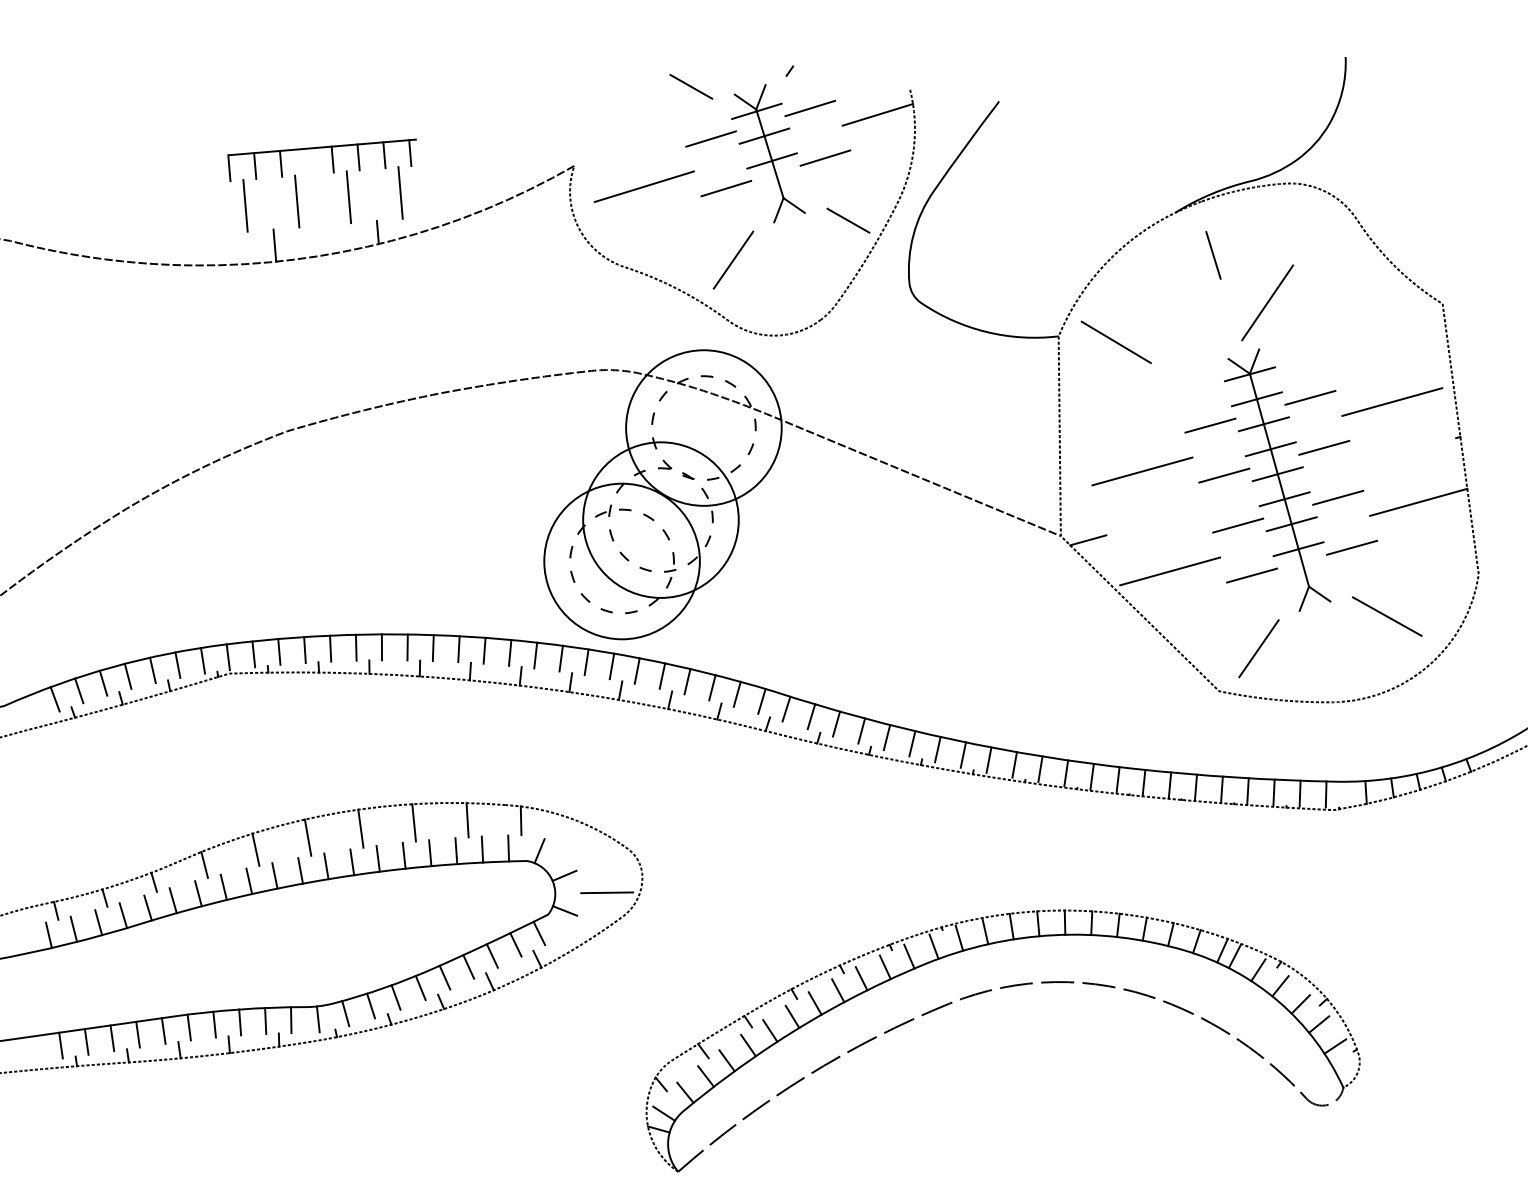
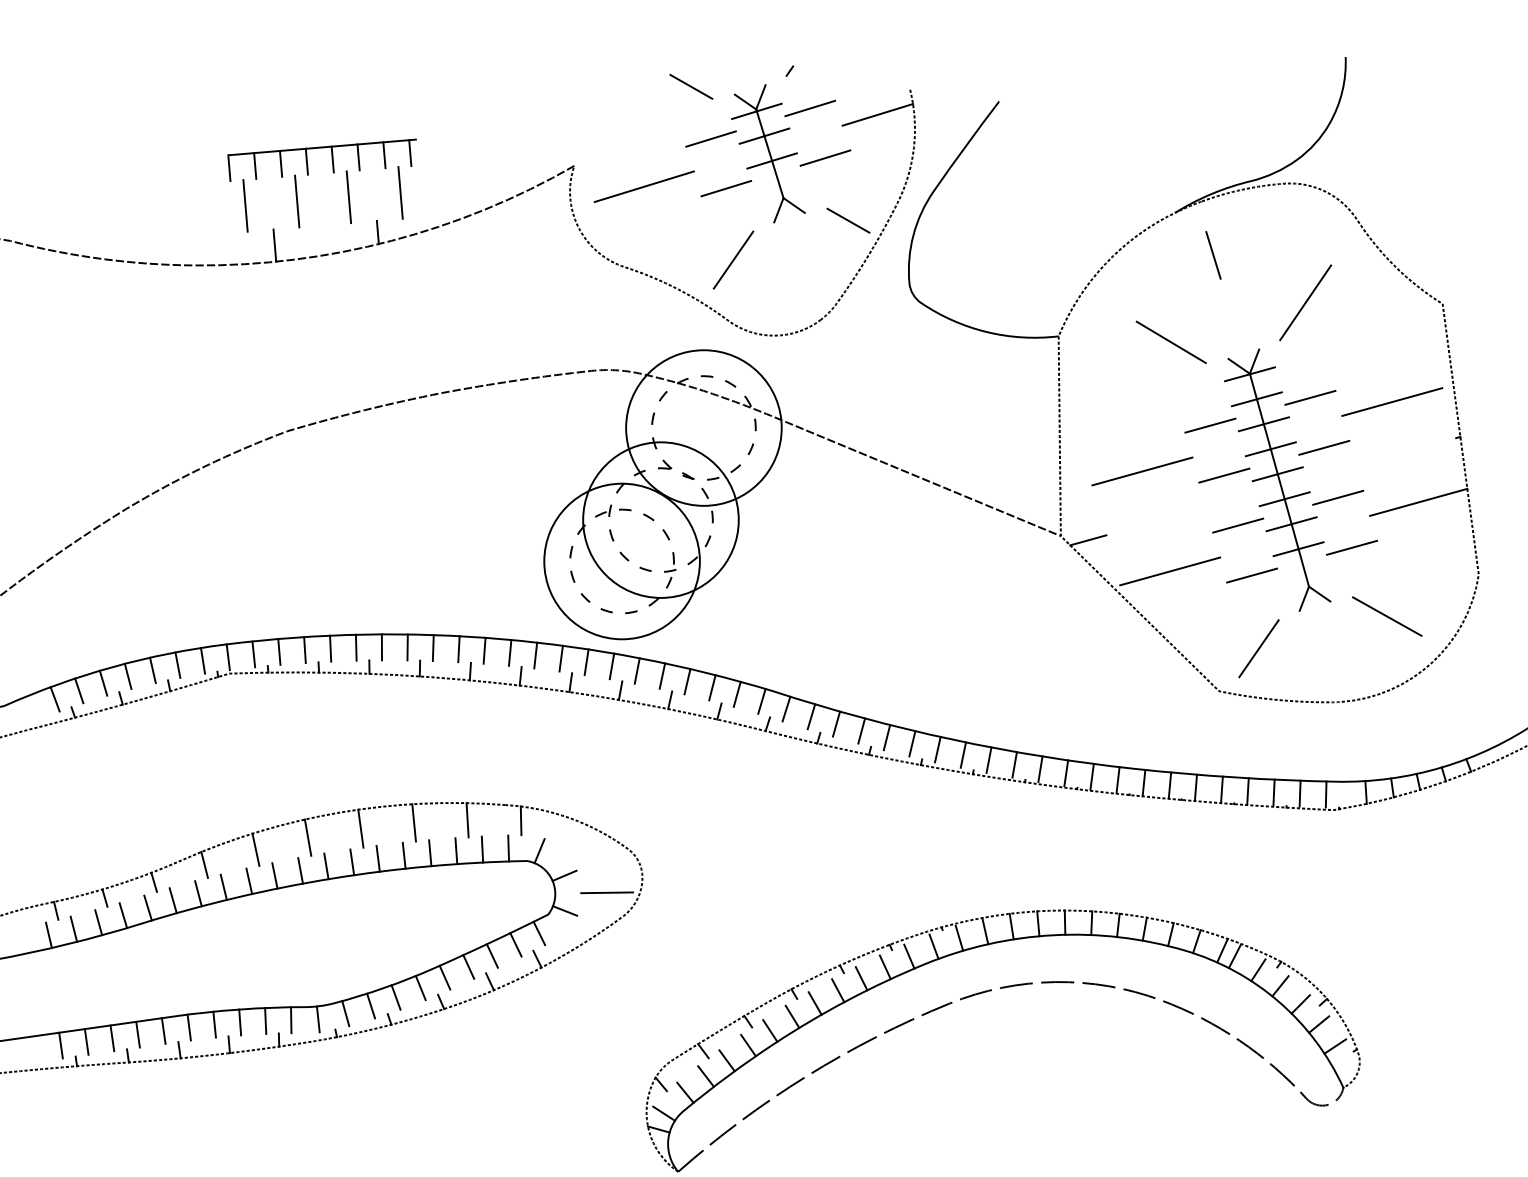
line at (306, 161): none -> present
line at (1267, 302) position: (1267, 302) -> (1305, 302)
line at (1115, 341) position: (1115, 341) -> (1170, 341)
